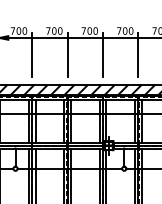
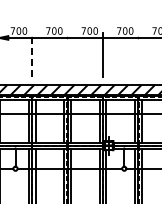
line at (32, 54): solid -> dashed
line at (67, 54): present -> none
line at (138, 54): present -> none
